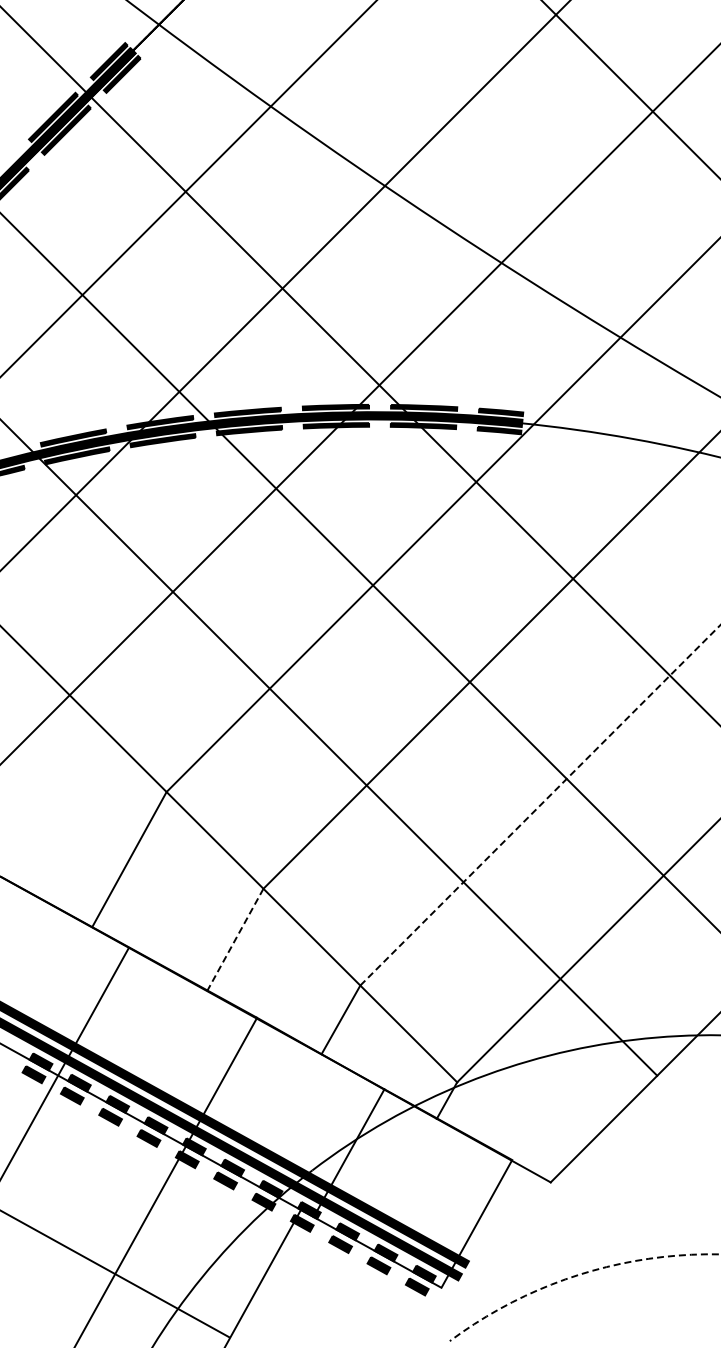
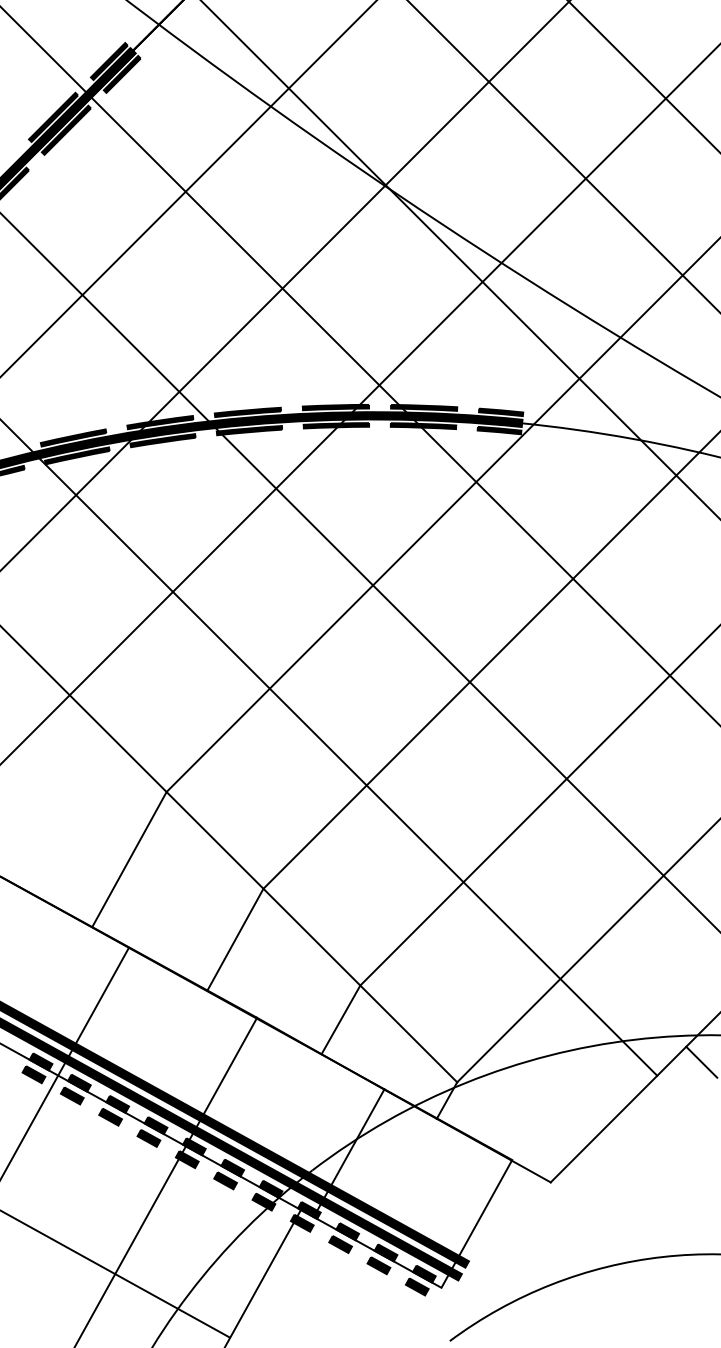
line at (630, 89) position: (630, 89) -> (643, 76)
line at (563, 156): none -> present
line at (459, 259): none -> present
line at (540, 805): dashed -> solid
line at (235, 940): dashed -> solid
line at (701, 1061): none -> present
arc at (577, 1275): dashed -> solid
